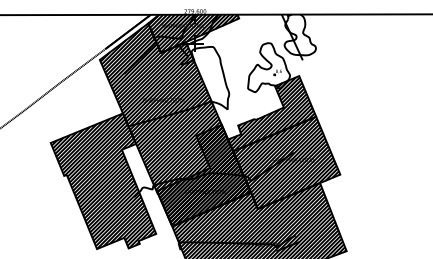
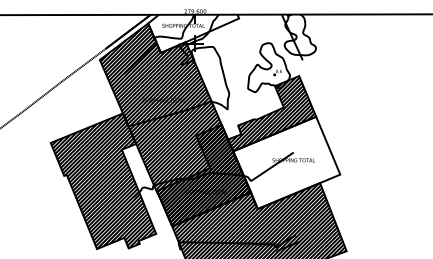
hatch at (193, 33): present -> none
hatch at (286, 162): present -> none
